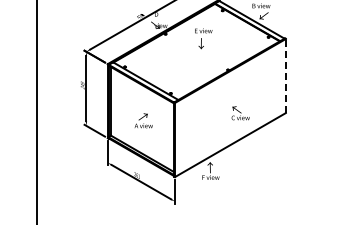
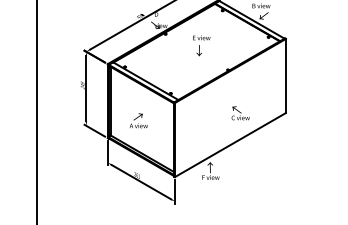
text at (203, 38) position: (203, 38) -> (201, 45)
line at (285, 75): dashed -> solid
text at (143, 120) position: (143, 120) -> (138, 120)
